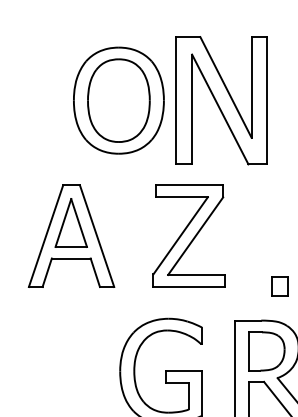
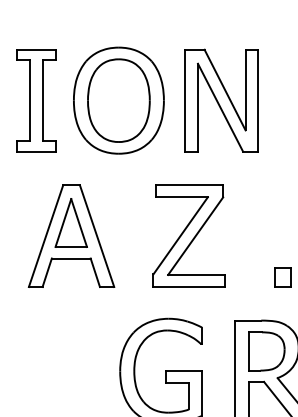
part at (36, 100): none -> present
part at (221, 100) size: 93x130 px -> 75x105 px
part at (279, 286) position: (279, 286) -> (282, 277)
